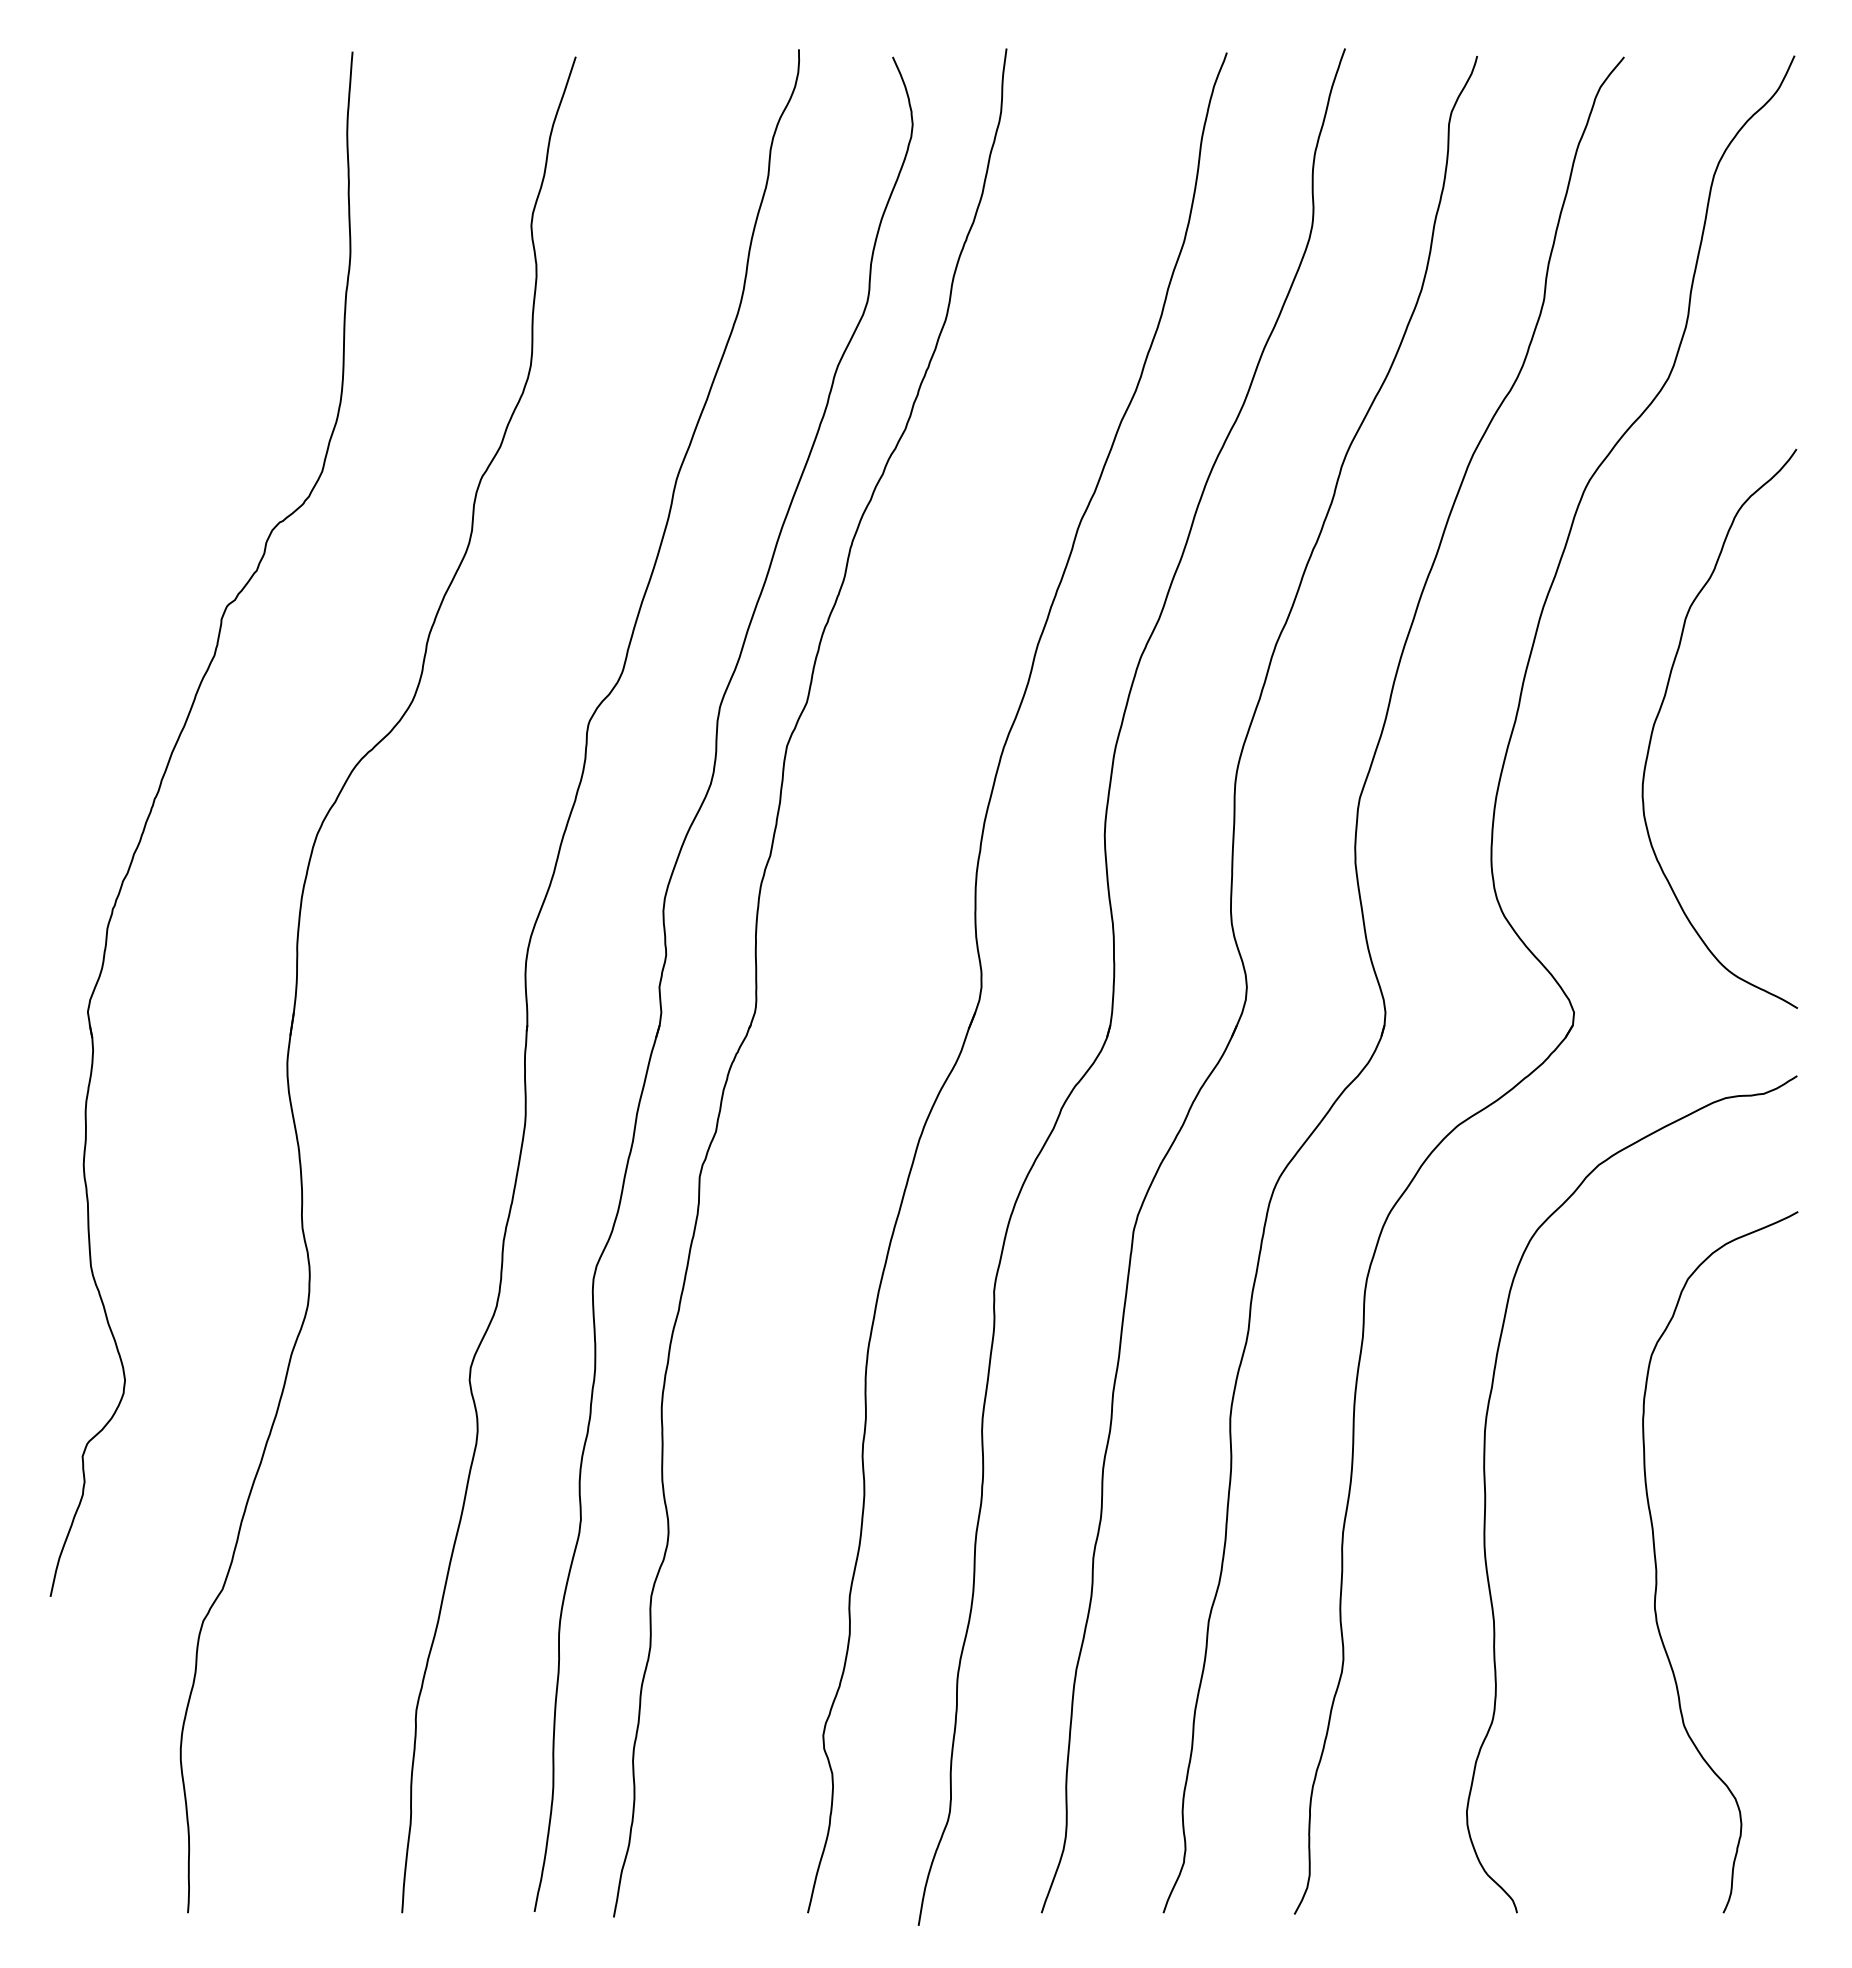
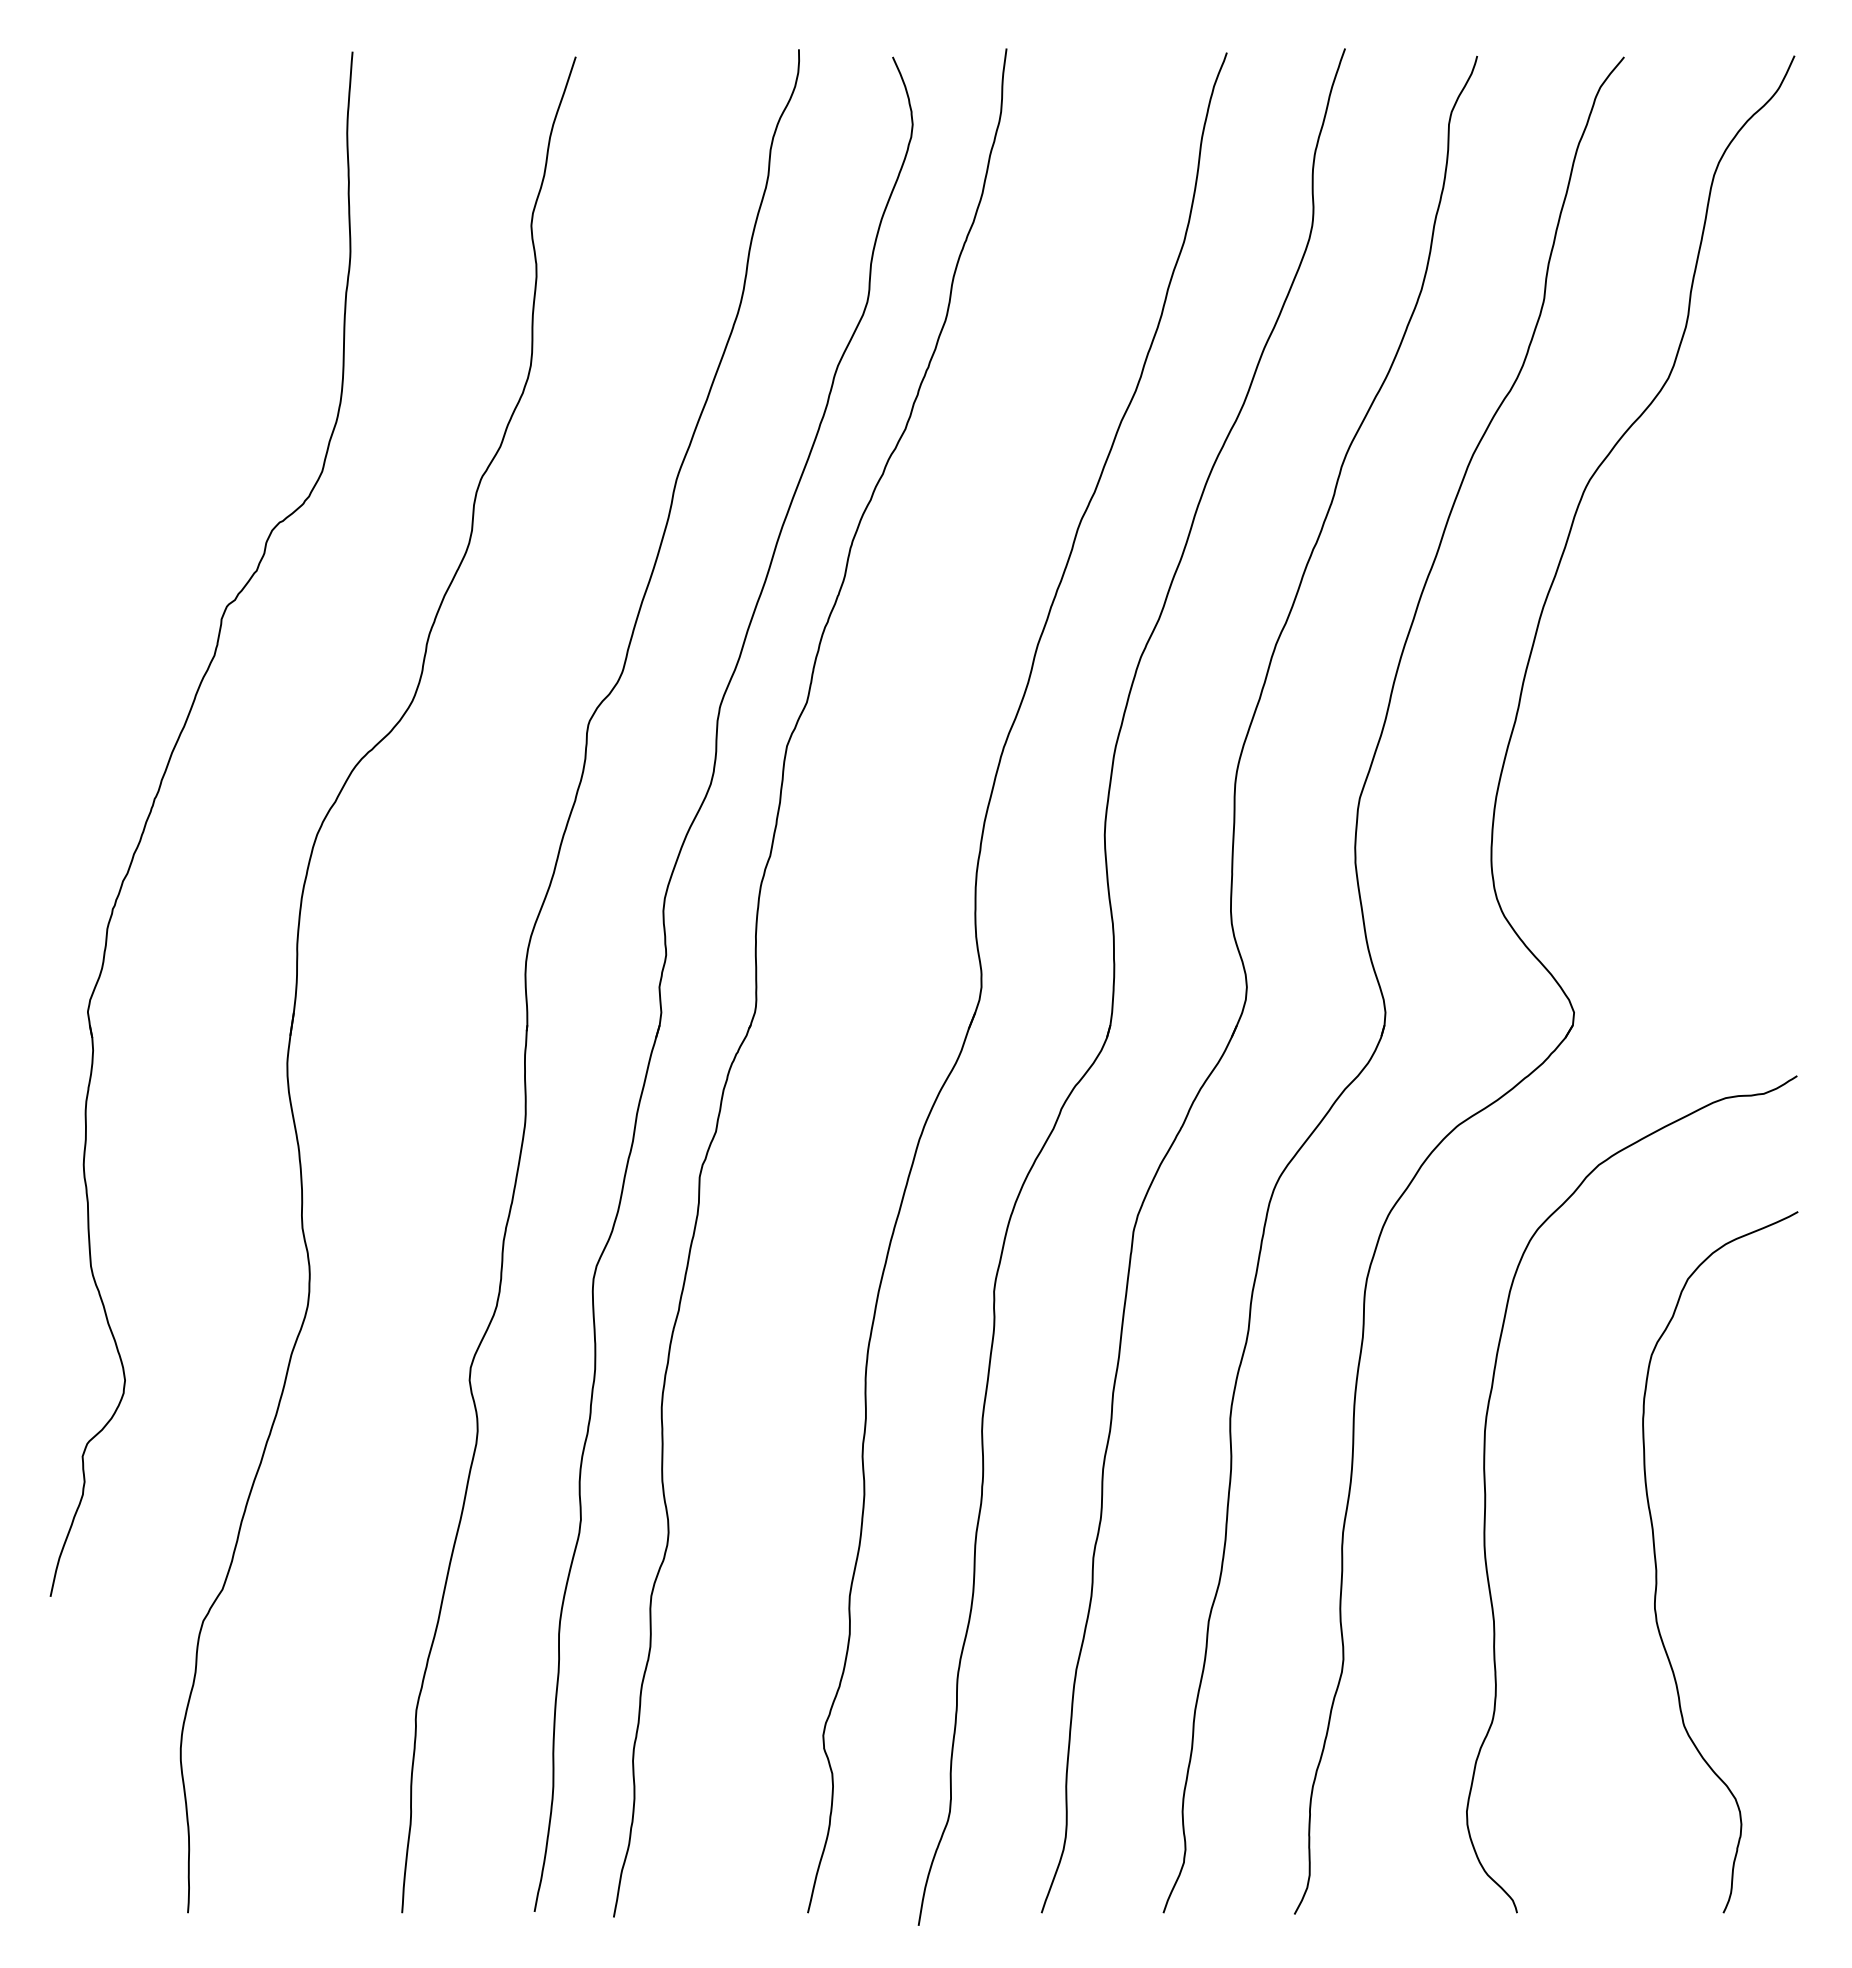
curve at (1663, 703): present -> none
